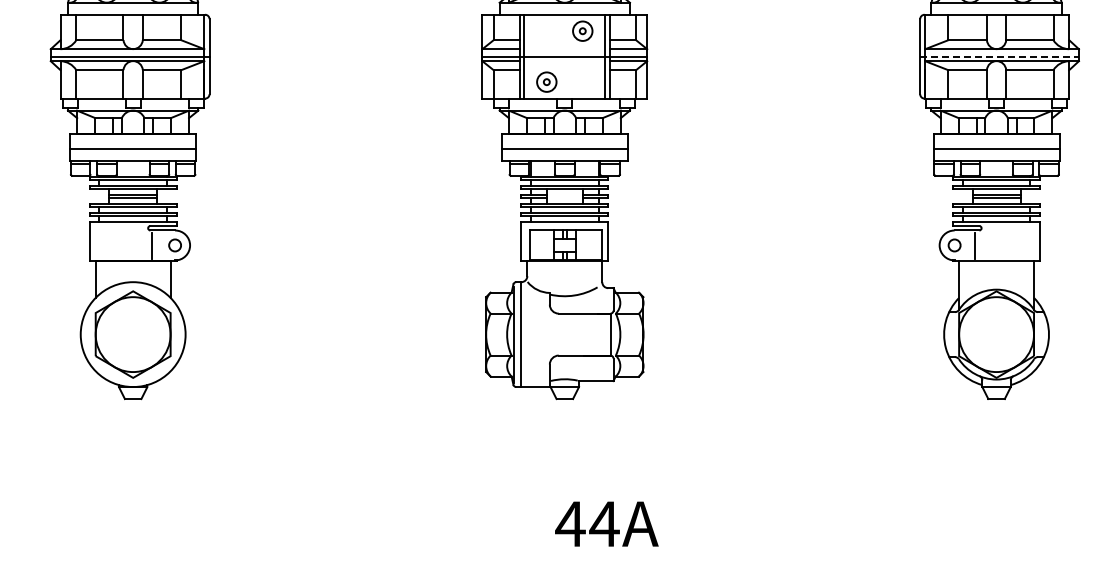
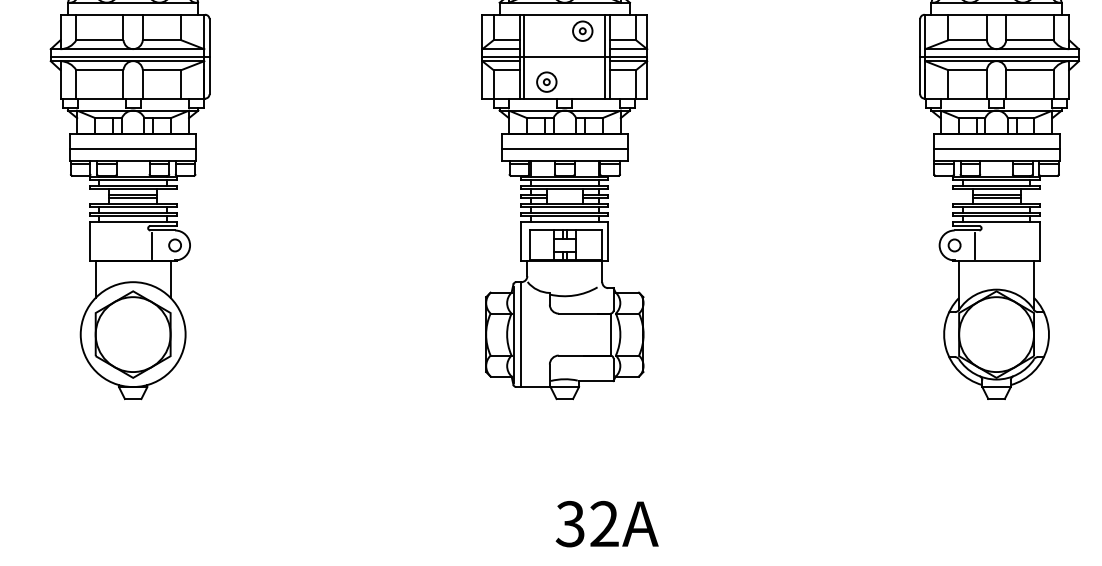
line at (1000, 56): dashed -> solid
text at (587, 523): 44A -> 32A
